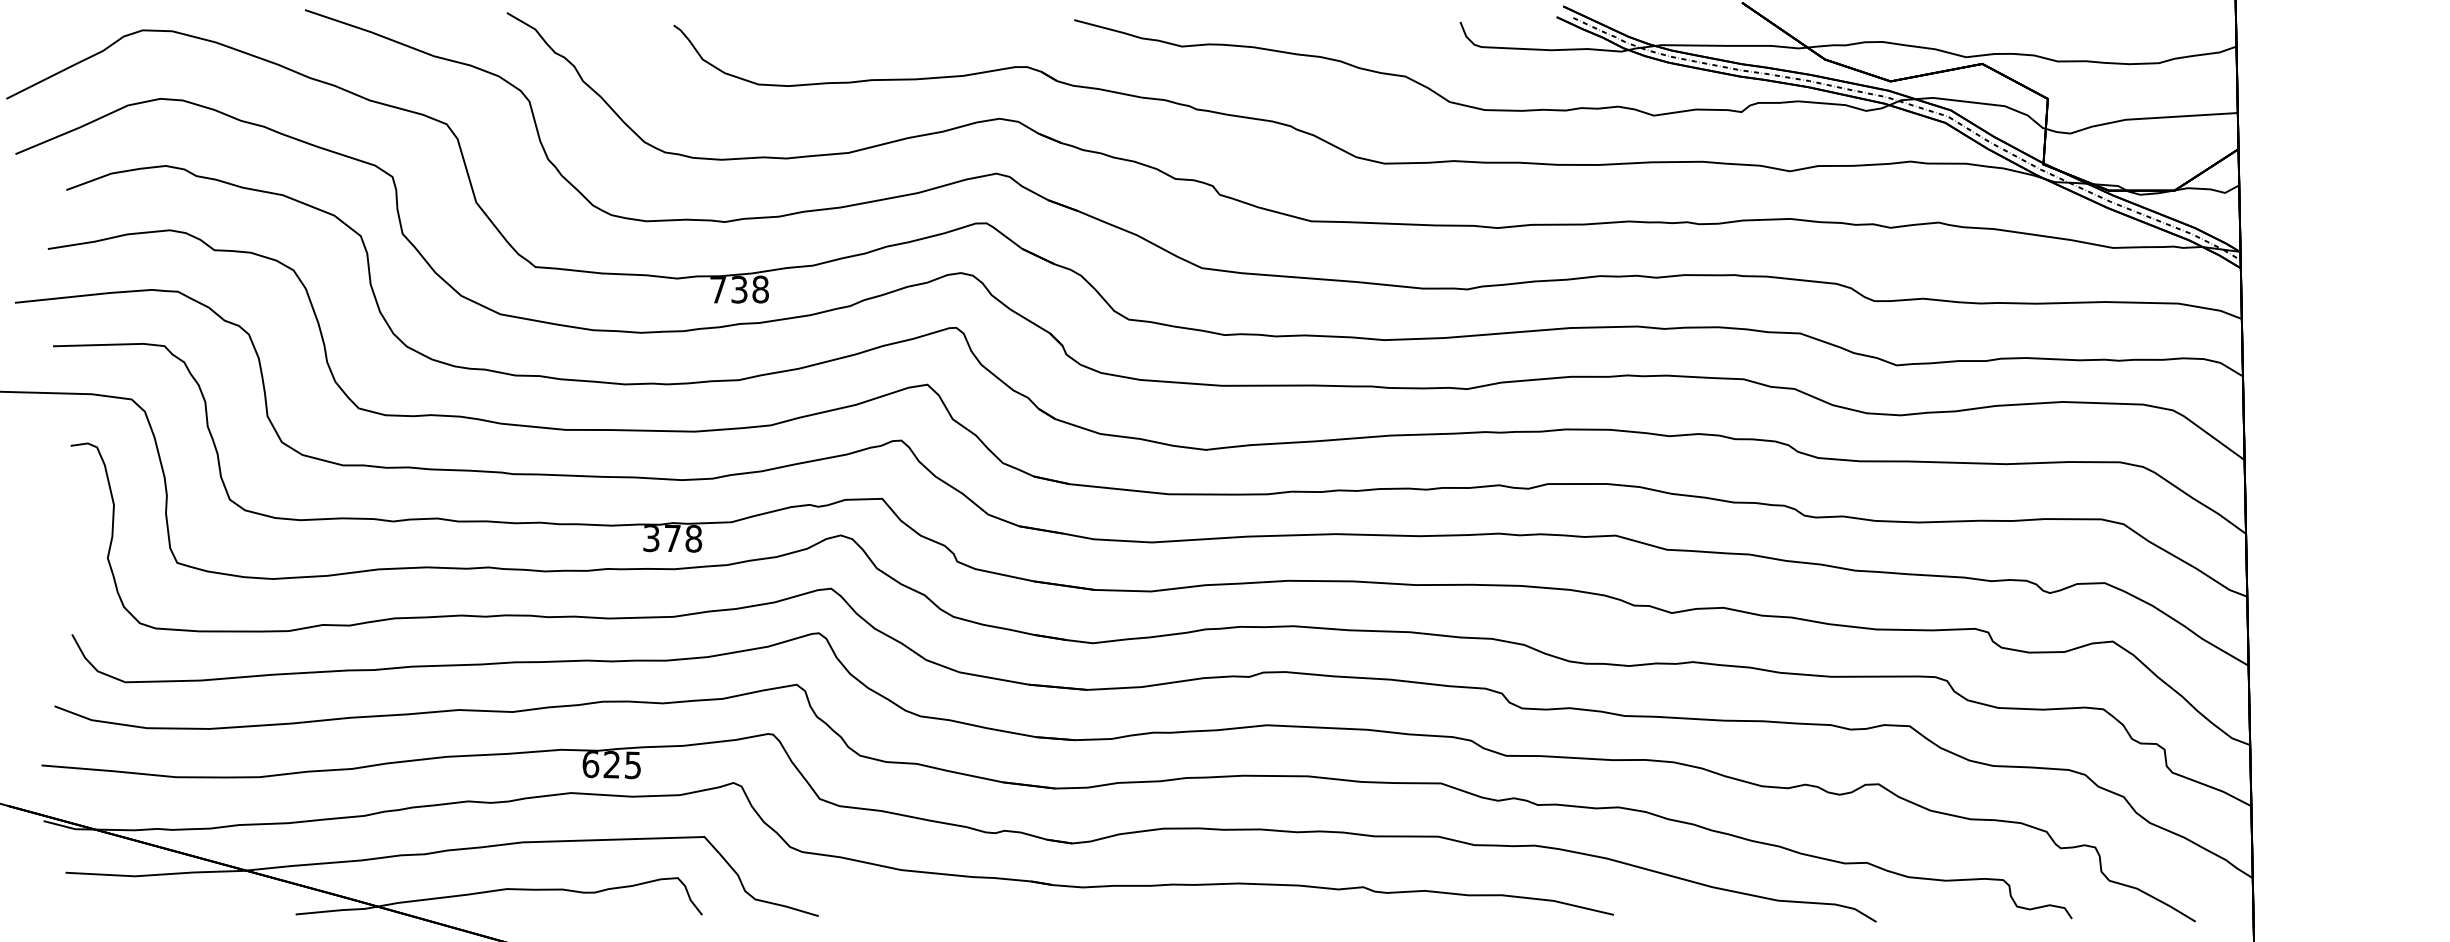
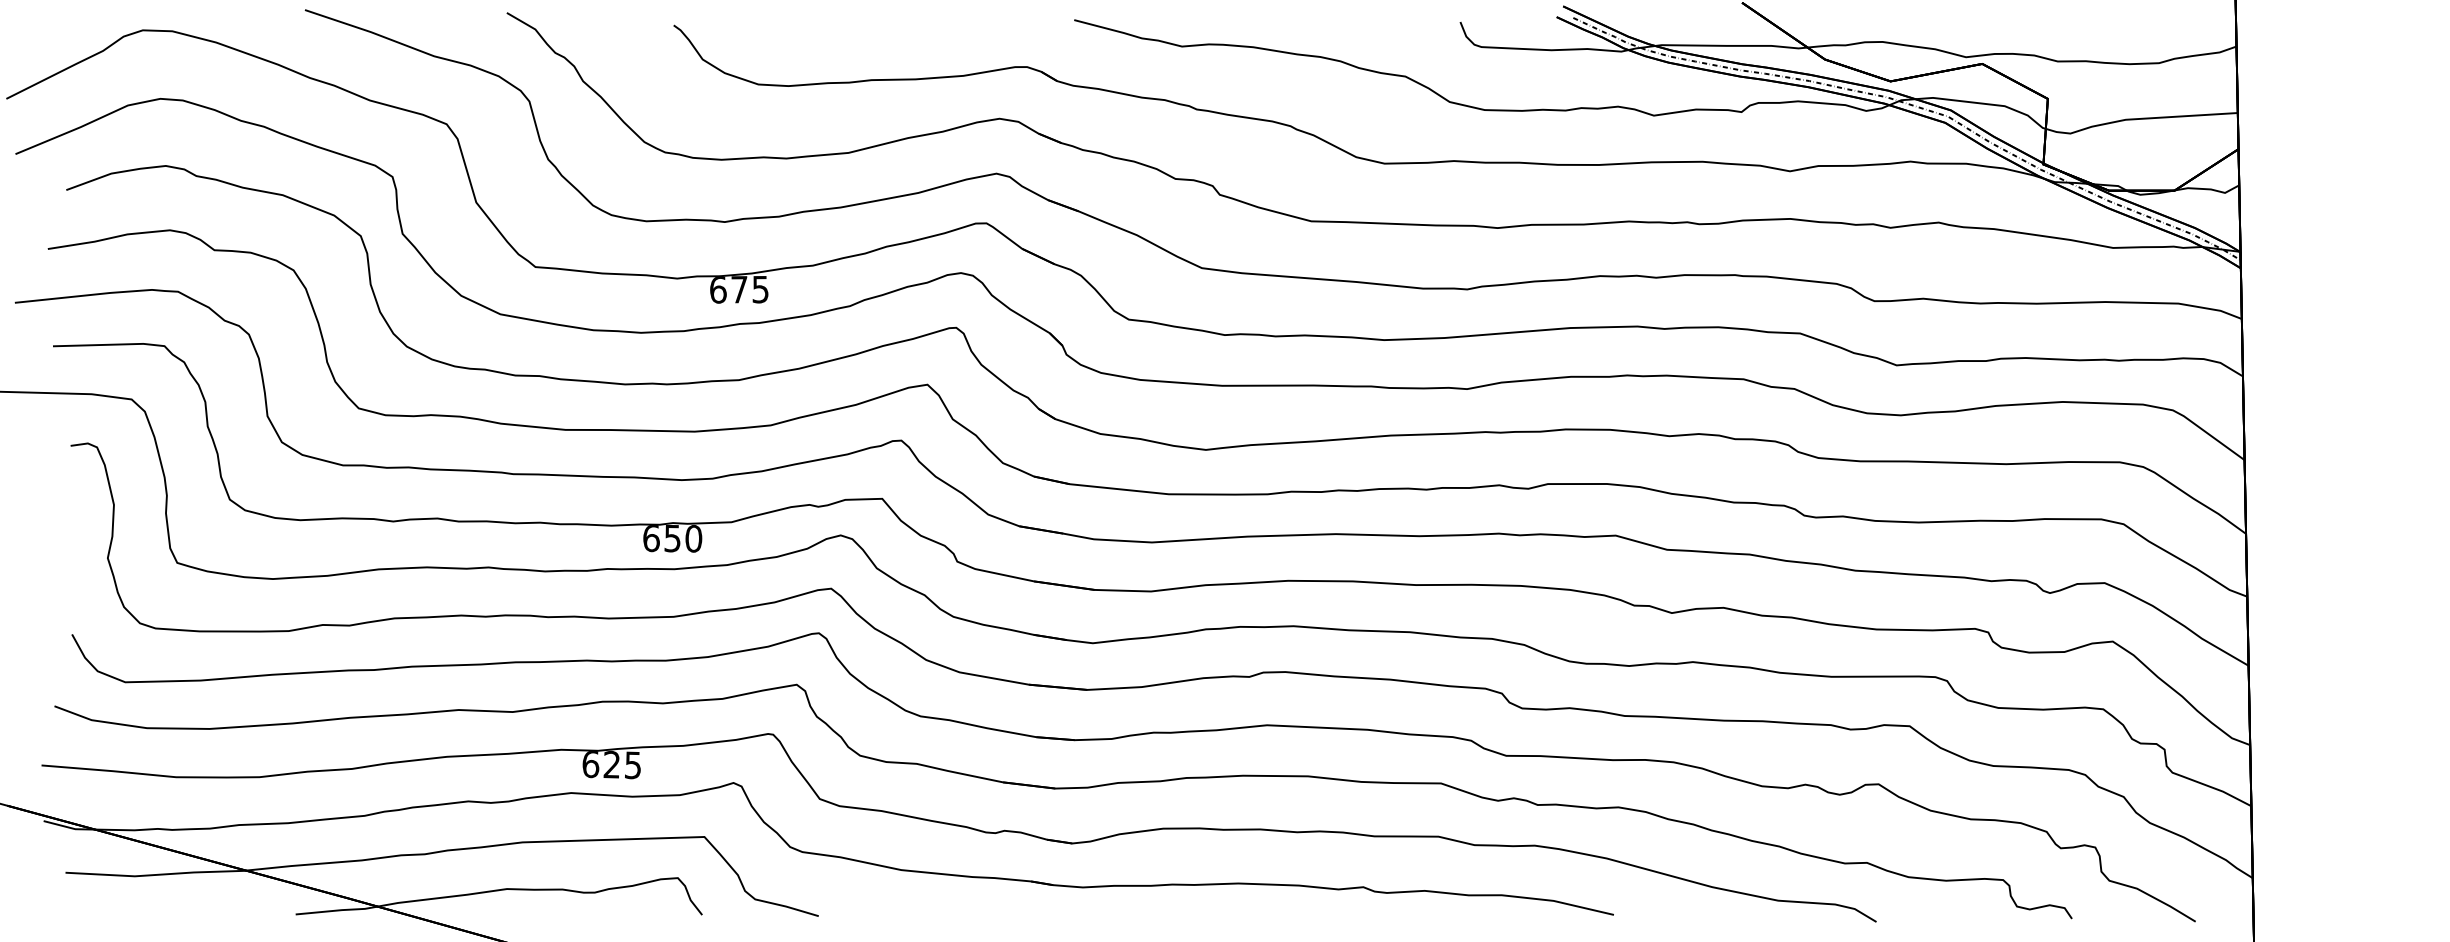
text at (739, 289): 738 -> 675
text at (672, 538): 378 -> 650
